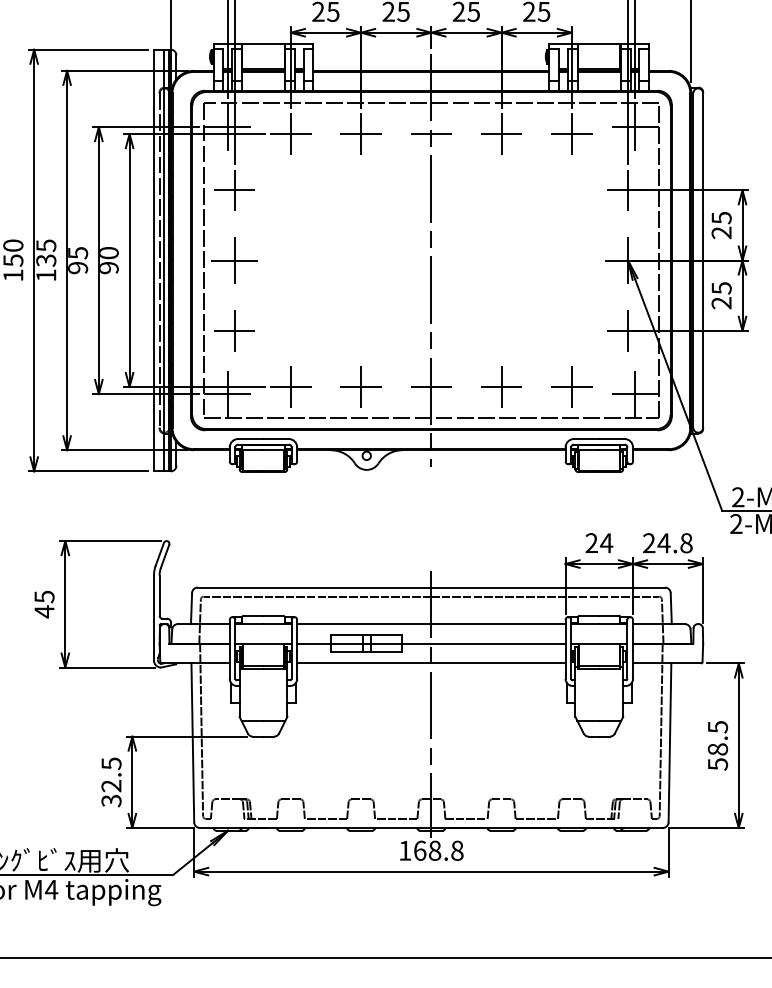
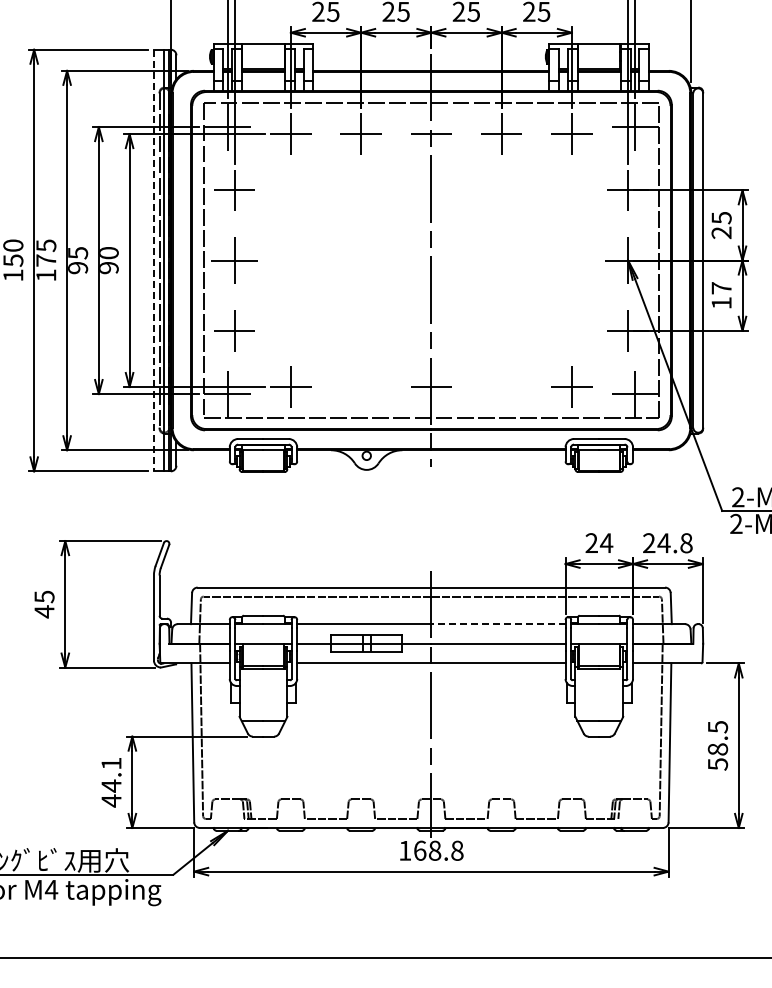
text at (46, 260): 135 -> 175
line at (153, 260): solid -> dashed
text at (721, 295): 25 -> 17
part at (360, 386): present -> none
part at (501, 386): present -> none
line at (497, 624): solid -> dashed
text at (111, 782): 32.5 -> 44.1
